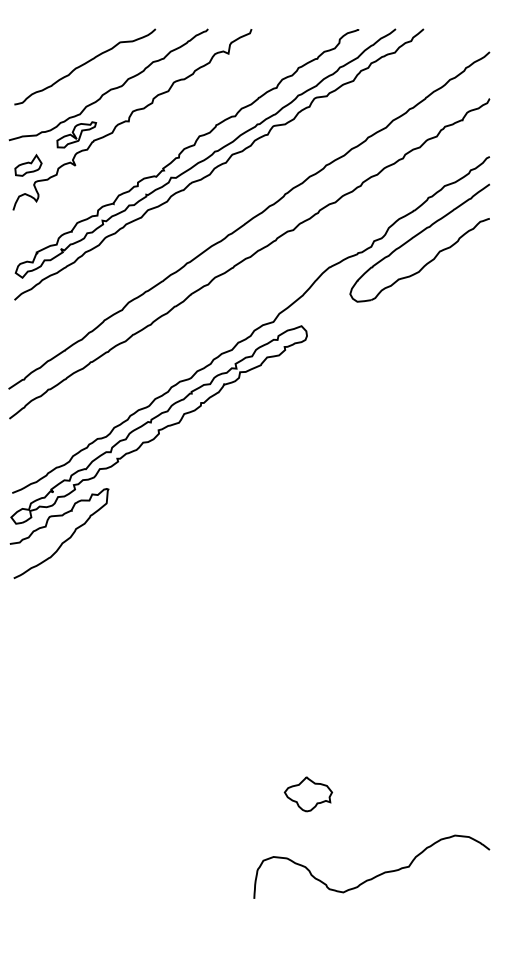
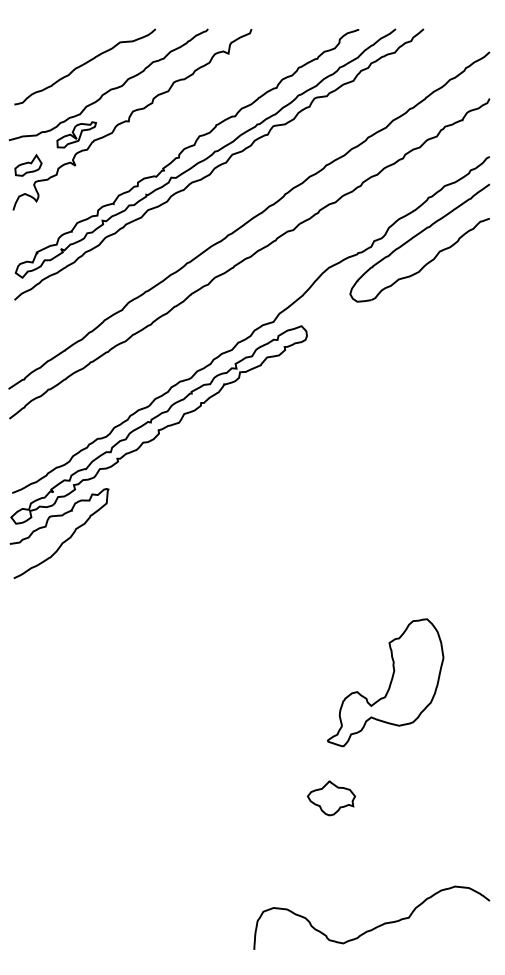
part at (385, 682): none -> present
part at (308, 794) position: (308, 794) -> (331, 798)
curve at (376, 875) position: (376, 875) -> (376, 926)
